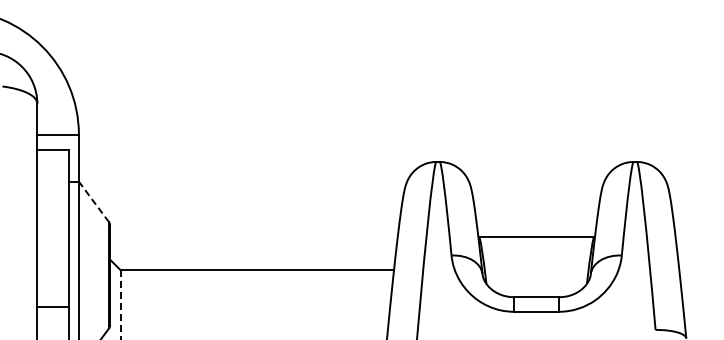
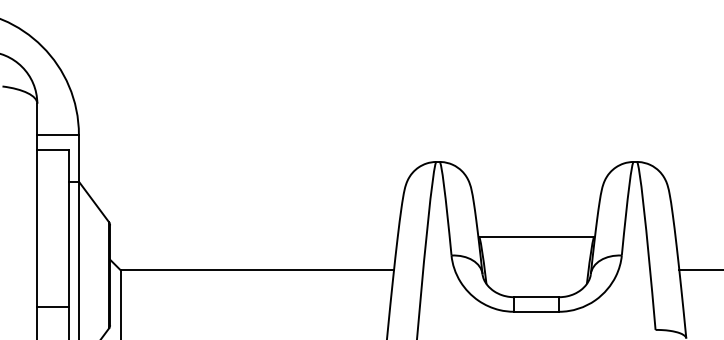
line at (93, 201): dashed -> solid
line at (699, 270): none -> present
line at (120, 305): dashed -> solid
